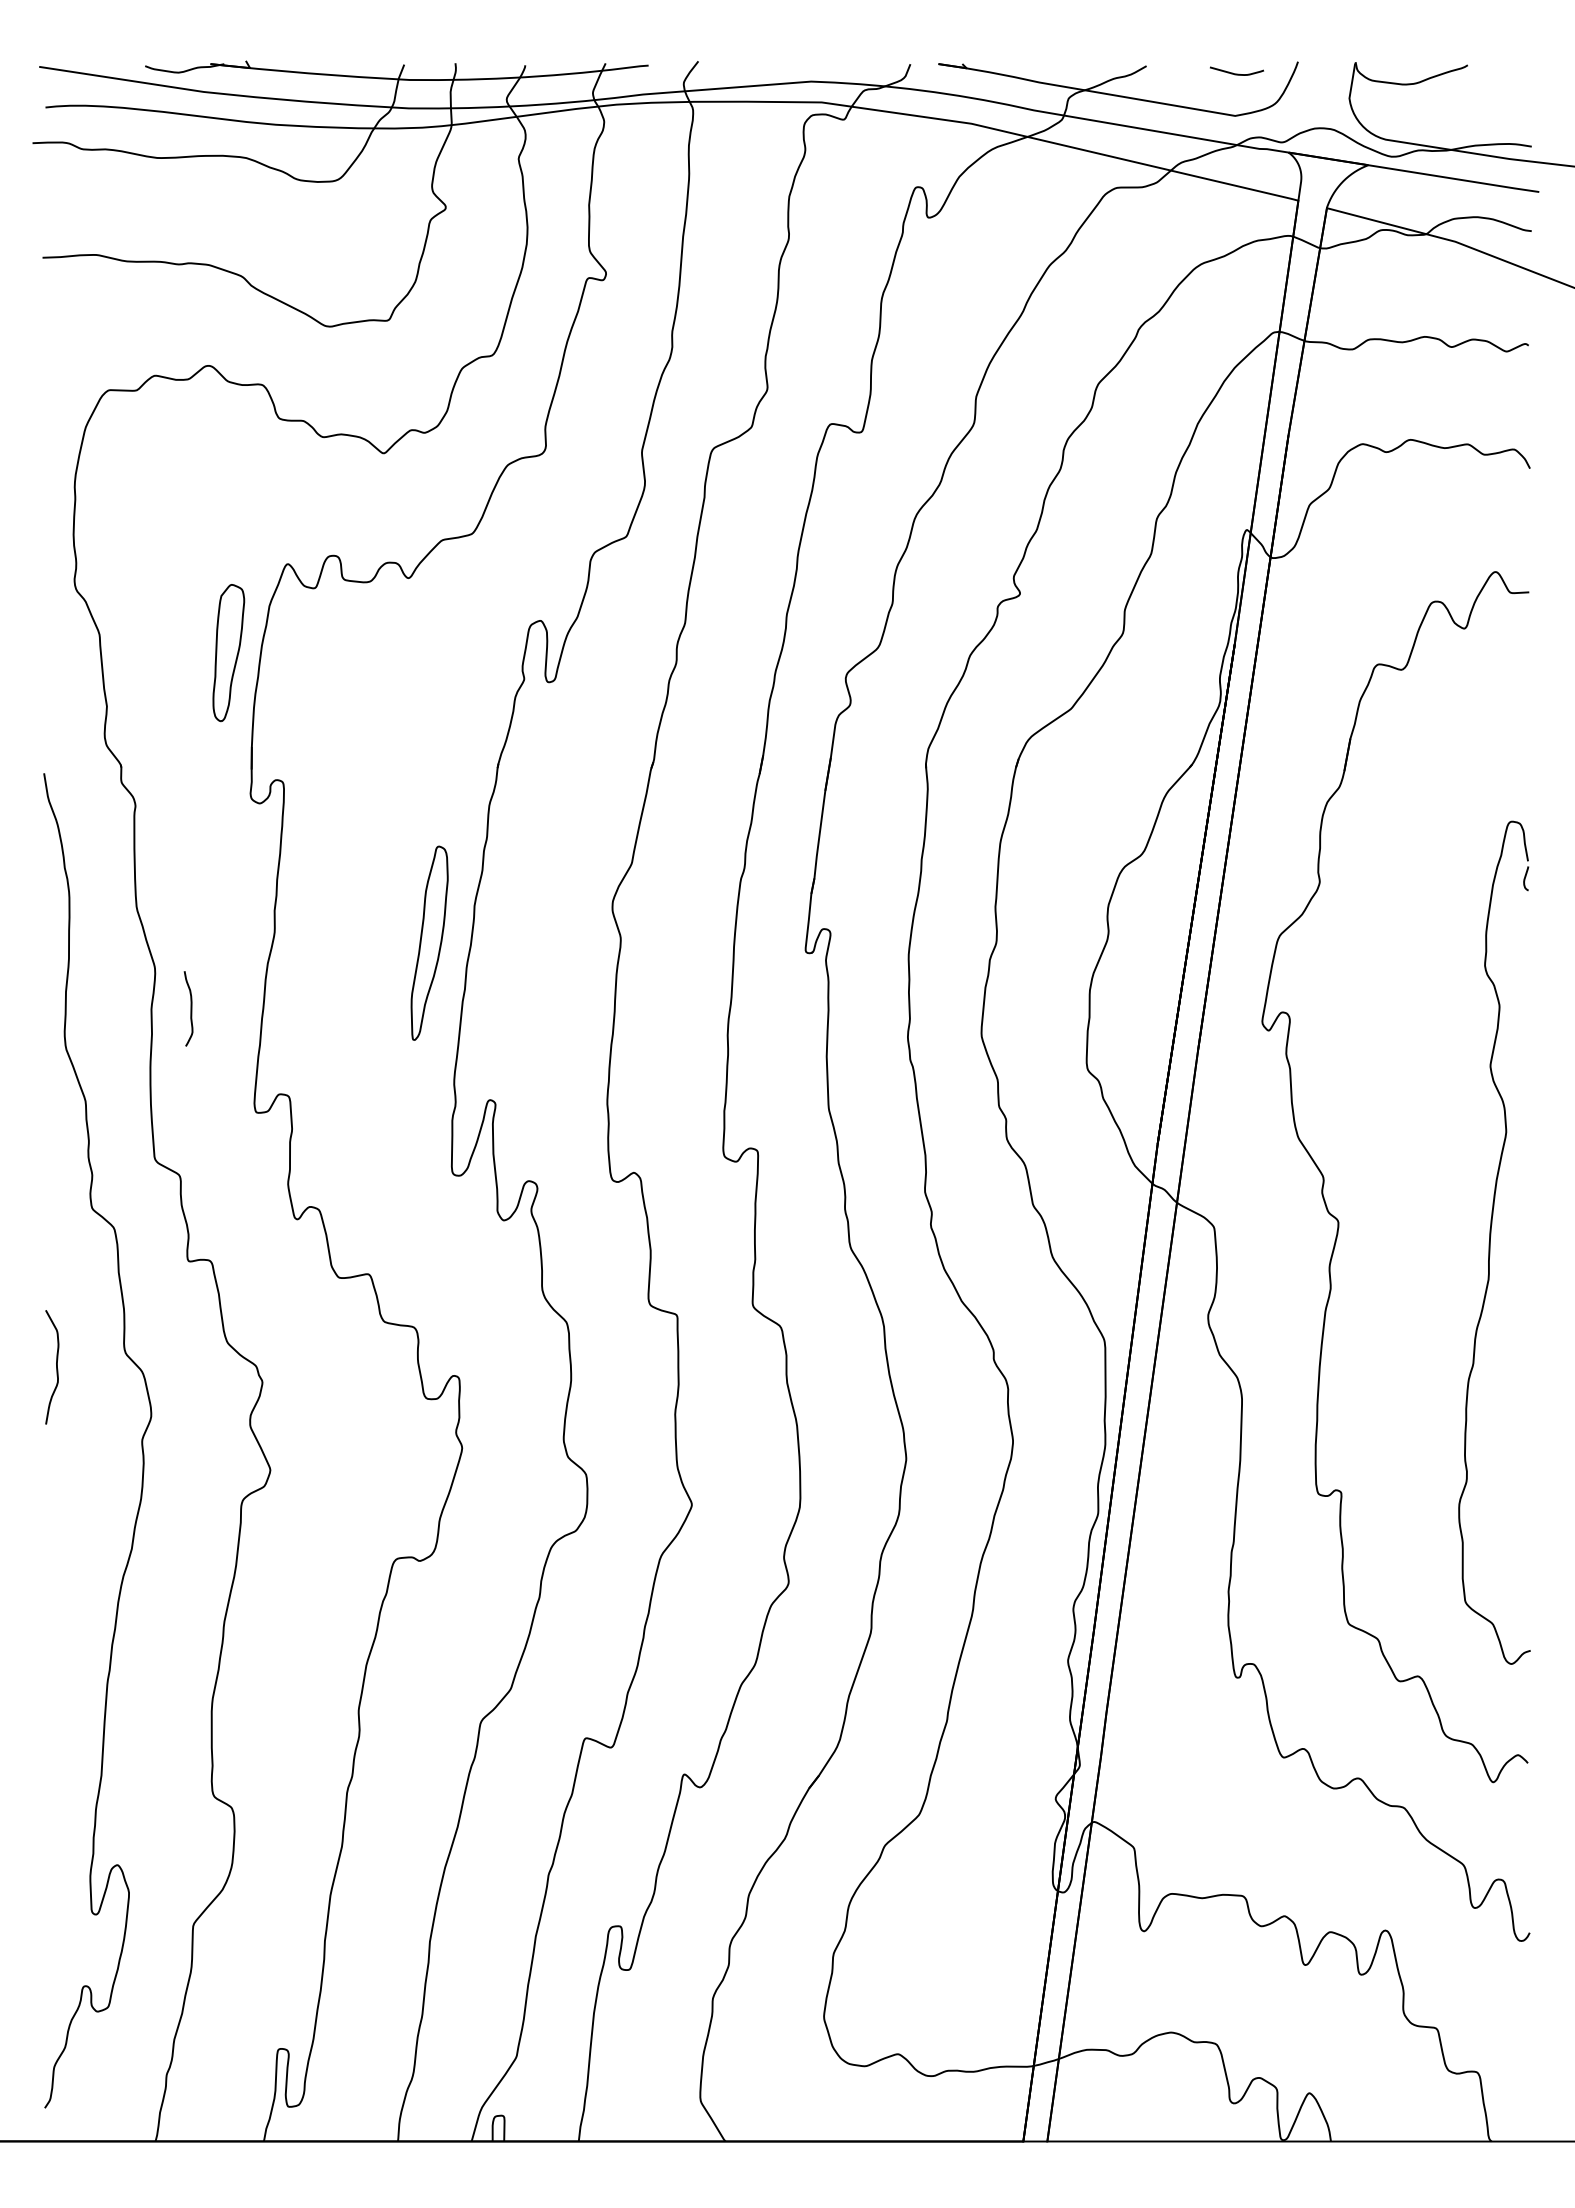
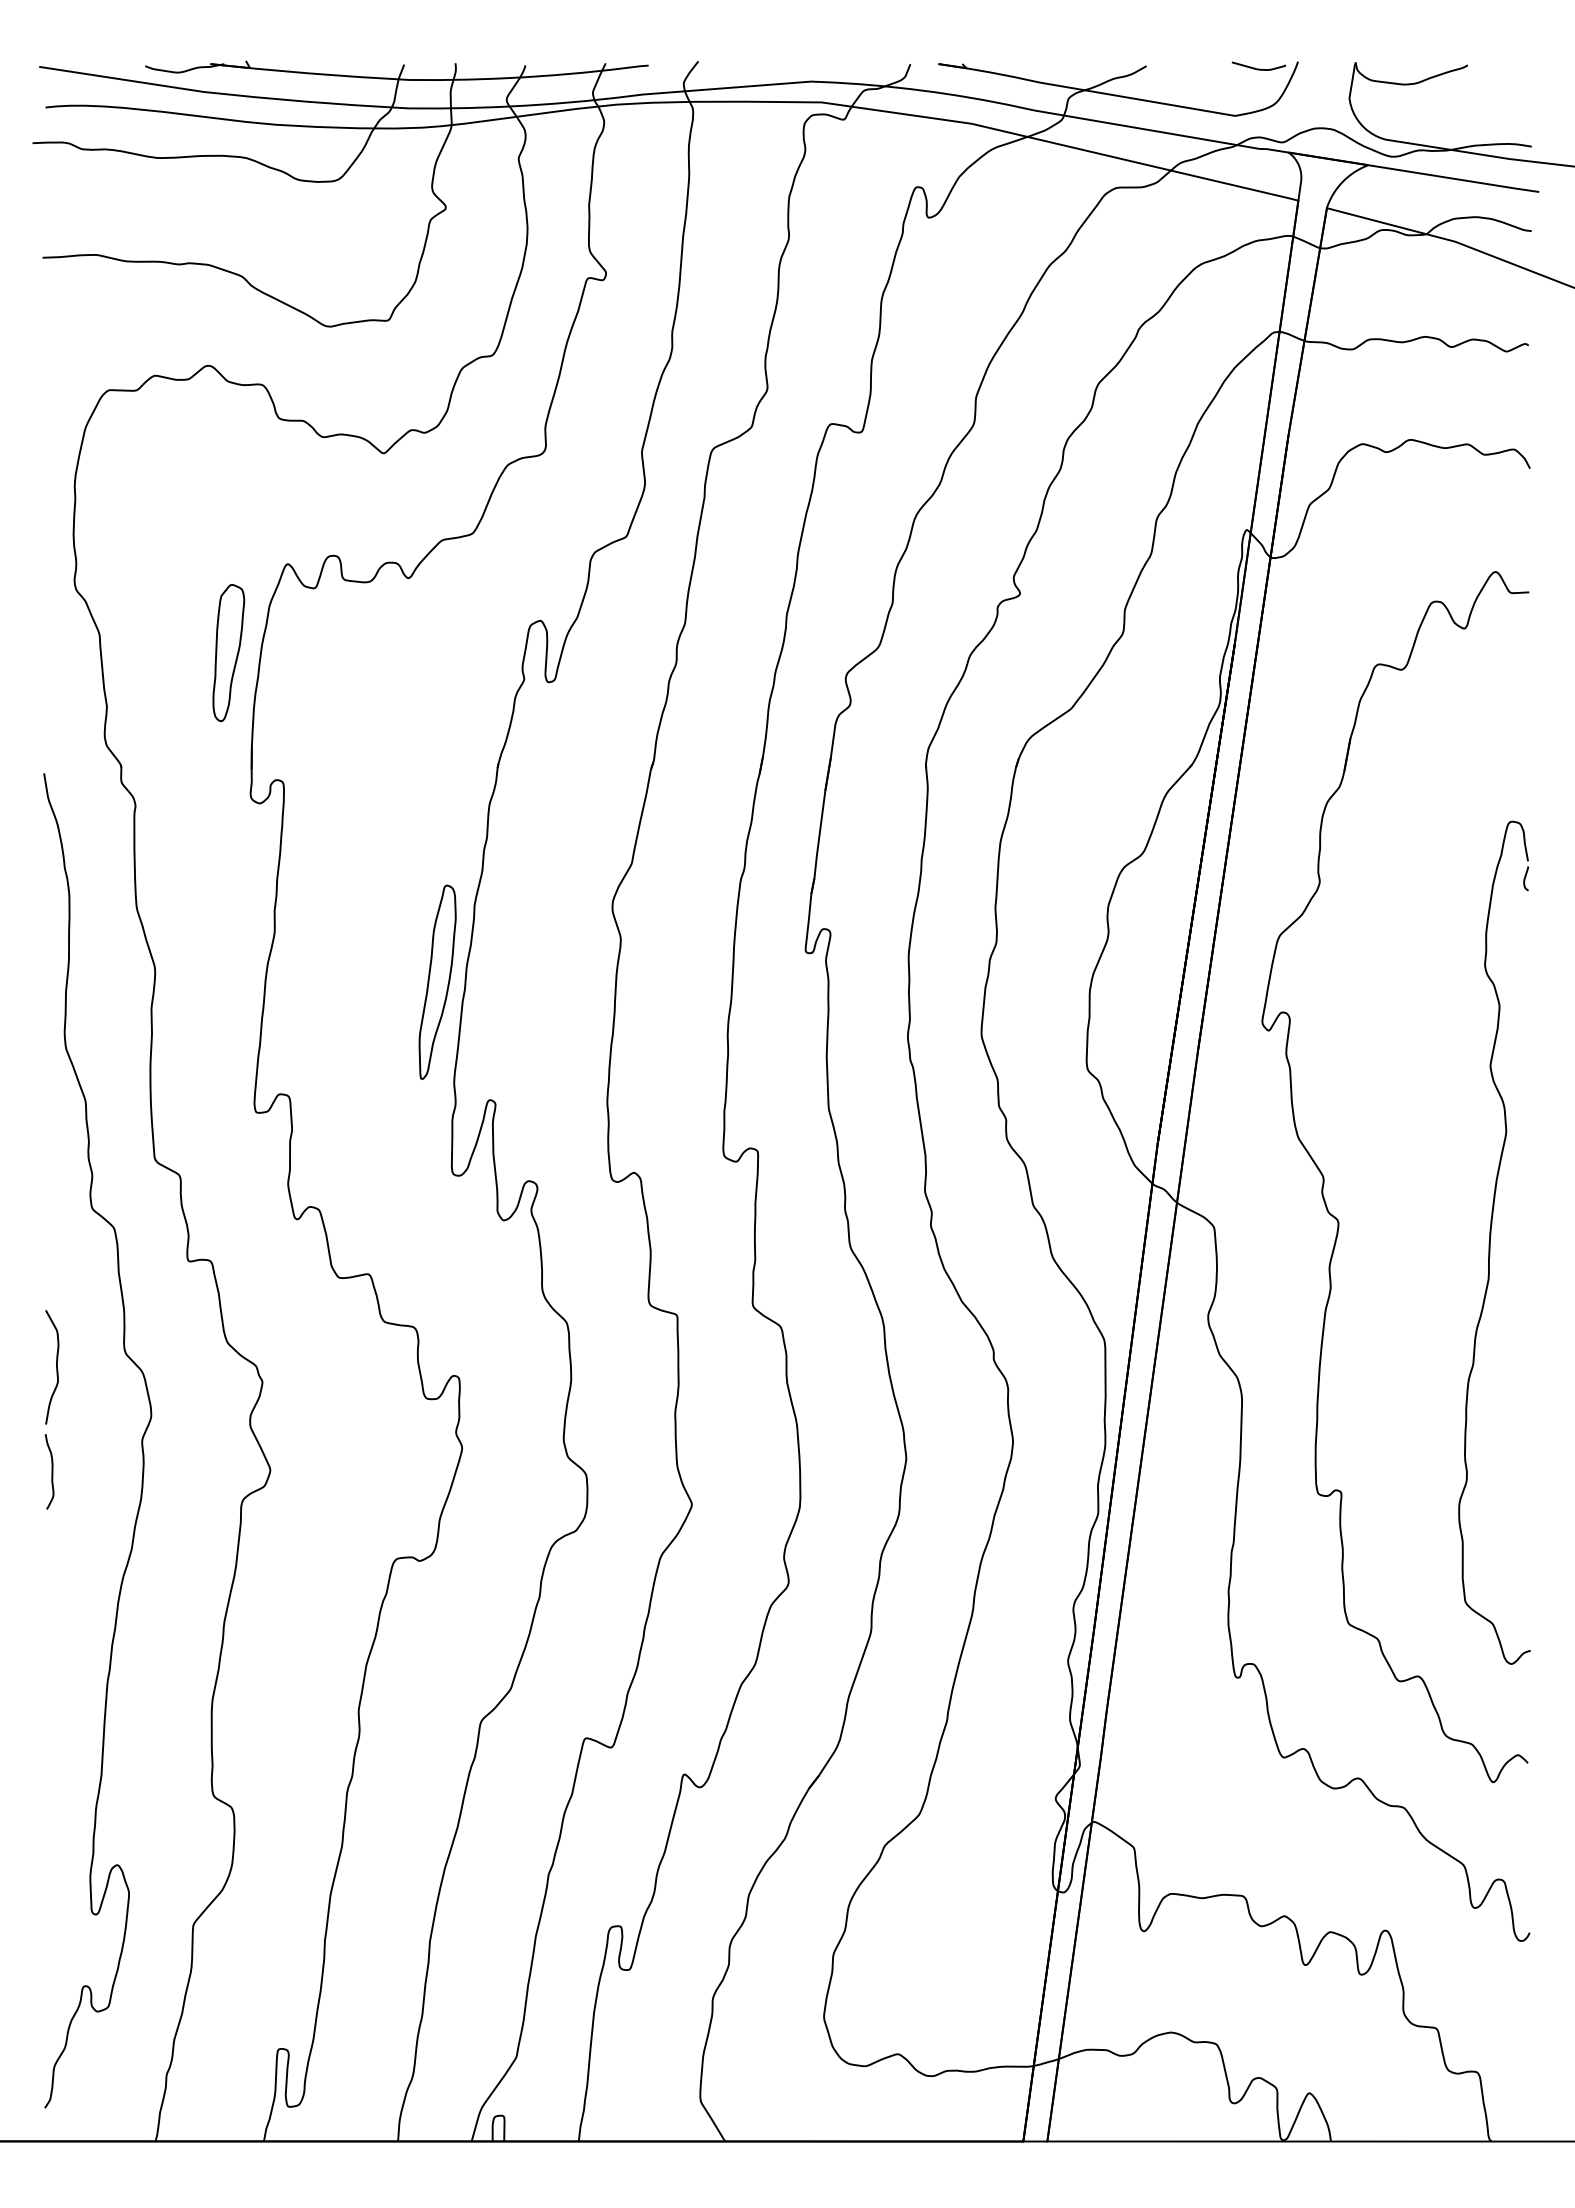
curve at (1237, 73) position: (1237, 73) -> (1259, 68)
part at (429, 942) position: (429, 942) -> (437, 981)
curve at (190, 1008) position: (190, 1008) -> (51, 1471)
